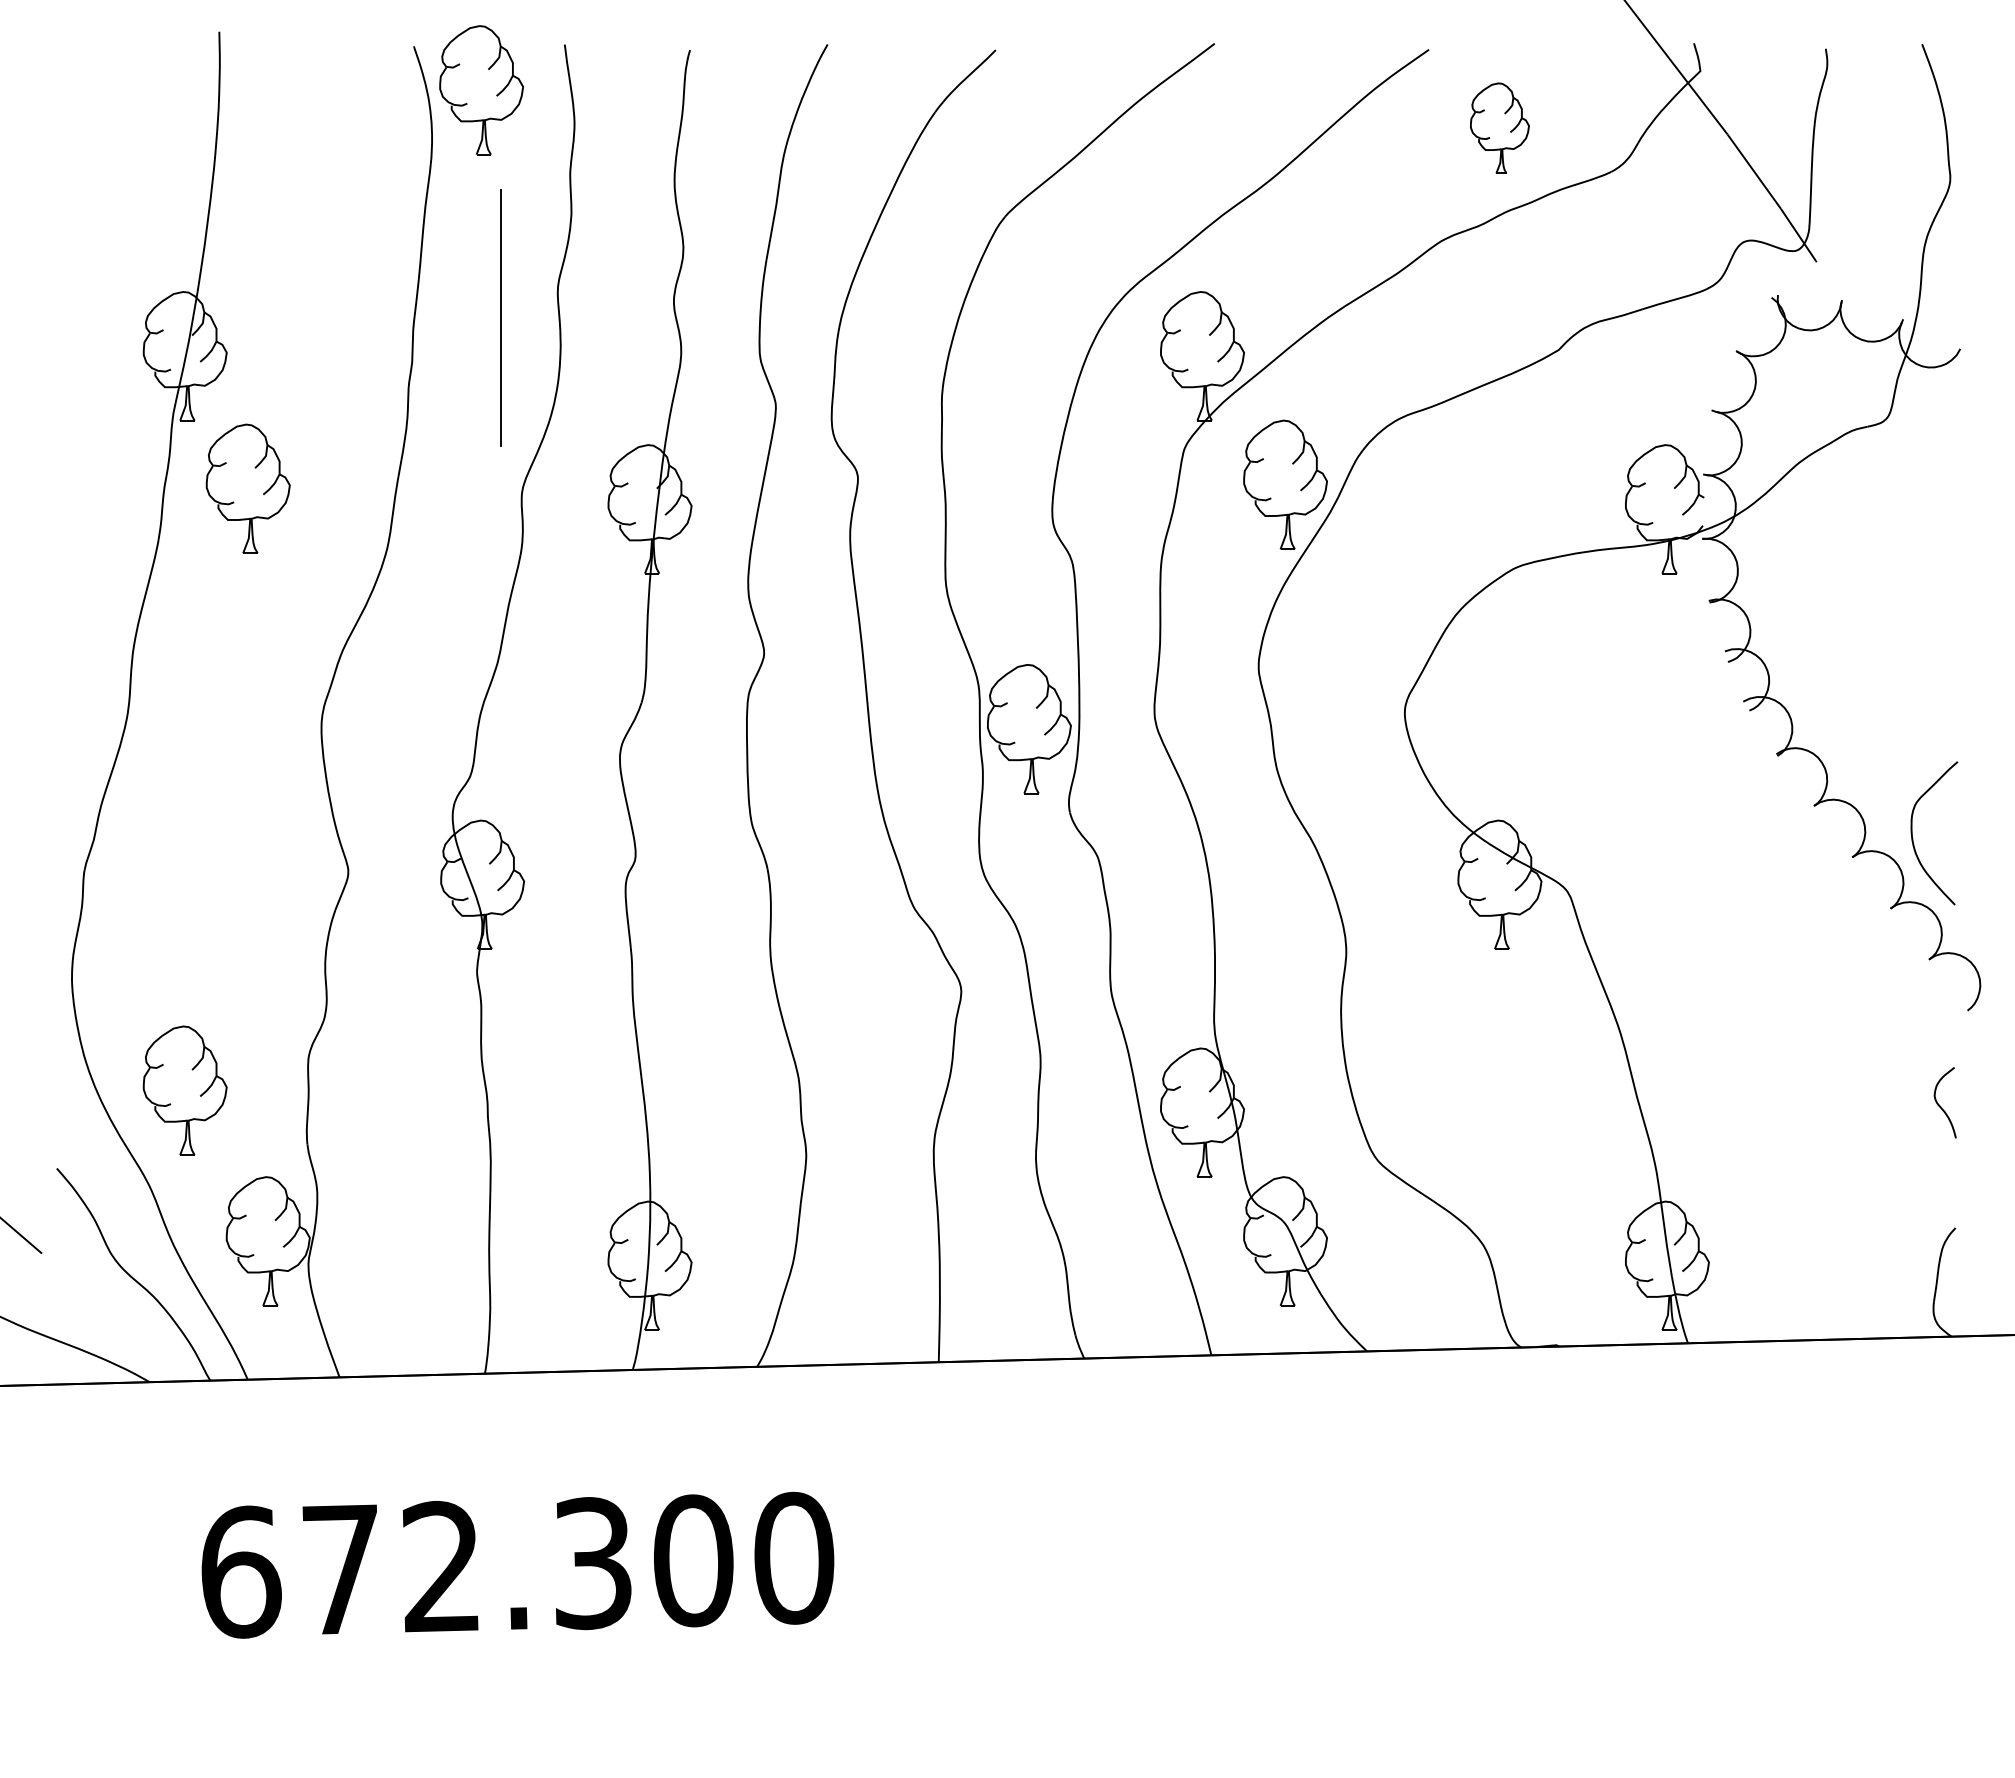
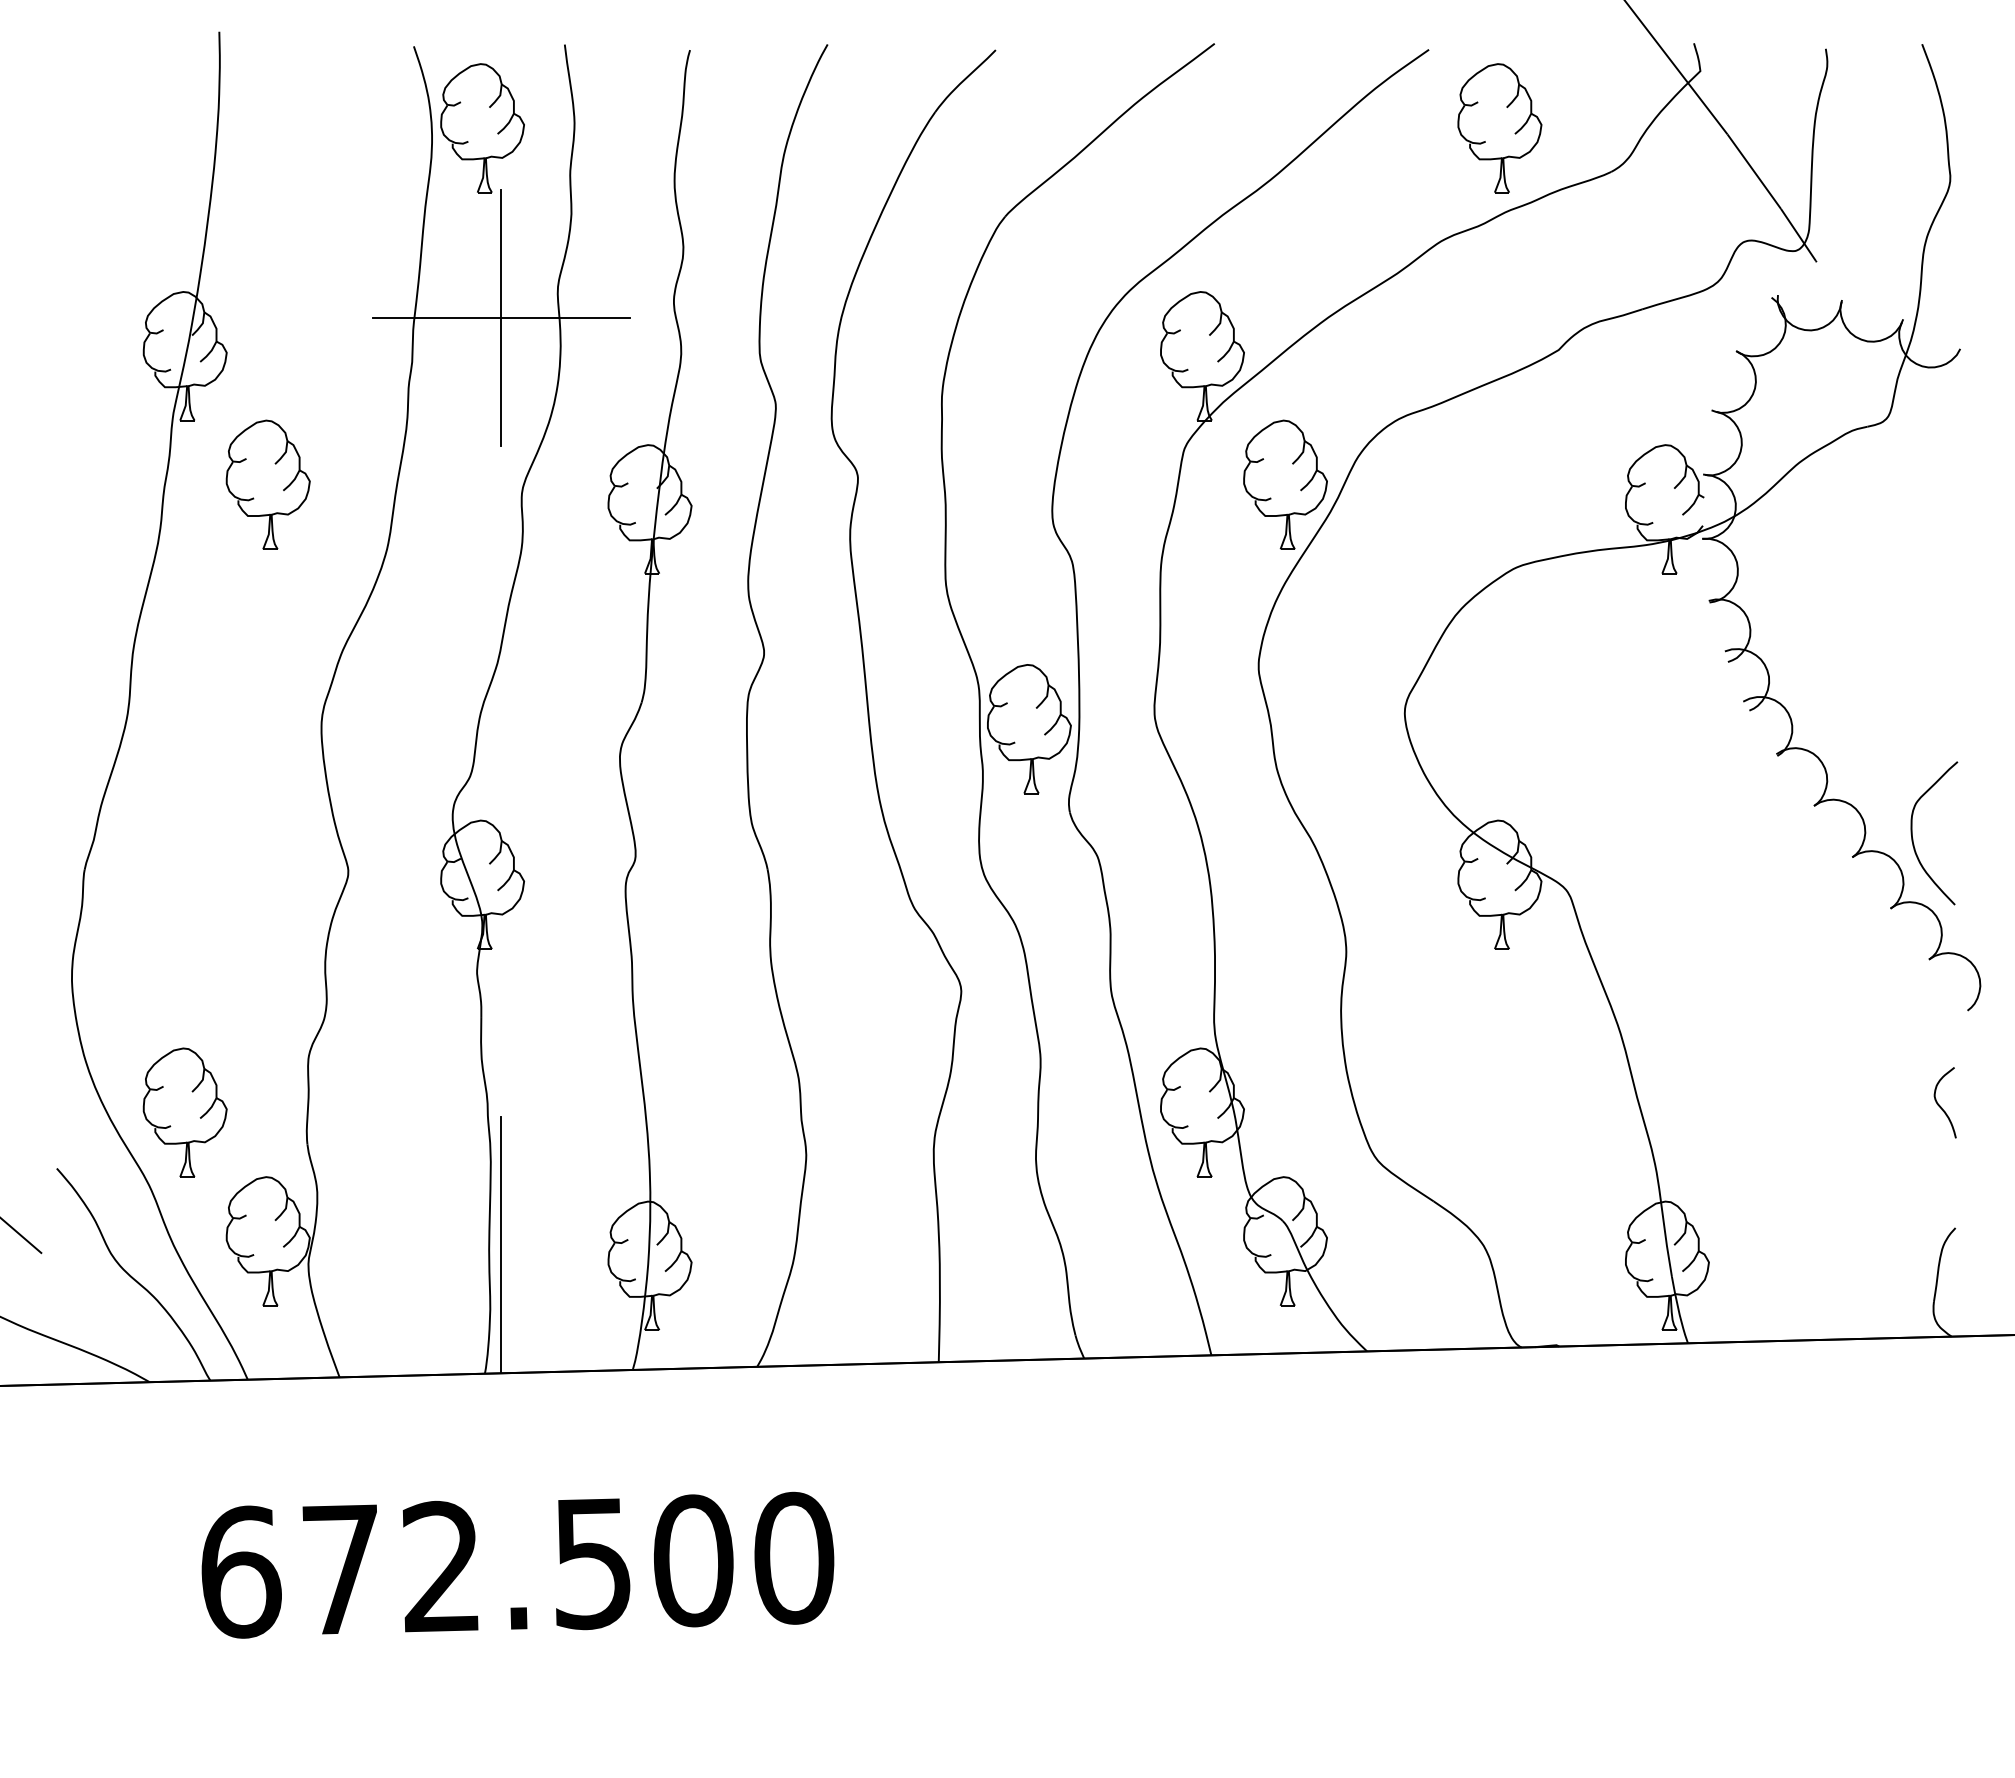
part at (481, 90) position: (481, 90) -> (482, 128)
part at (1499, 127) size: 60x92 px -> 86x131 px
line at (501, 317): none -> present
part at (247, 488) position: (247, 488) -> (267, 484)
part at (184, 1090) position: (184, 1090) -> (184, 1112)
line at (501, 1244): none -> present
text at (593, 1563): 672.300 -> 672.500
